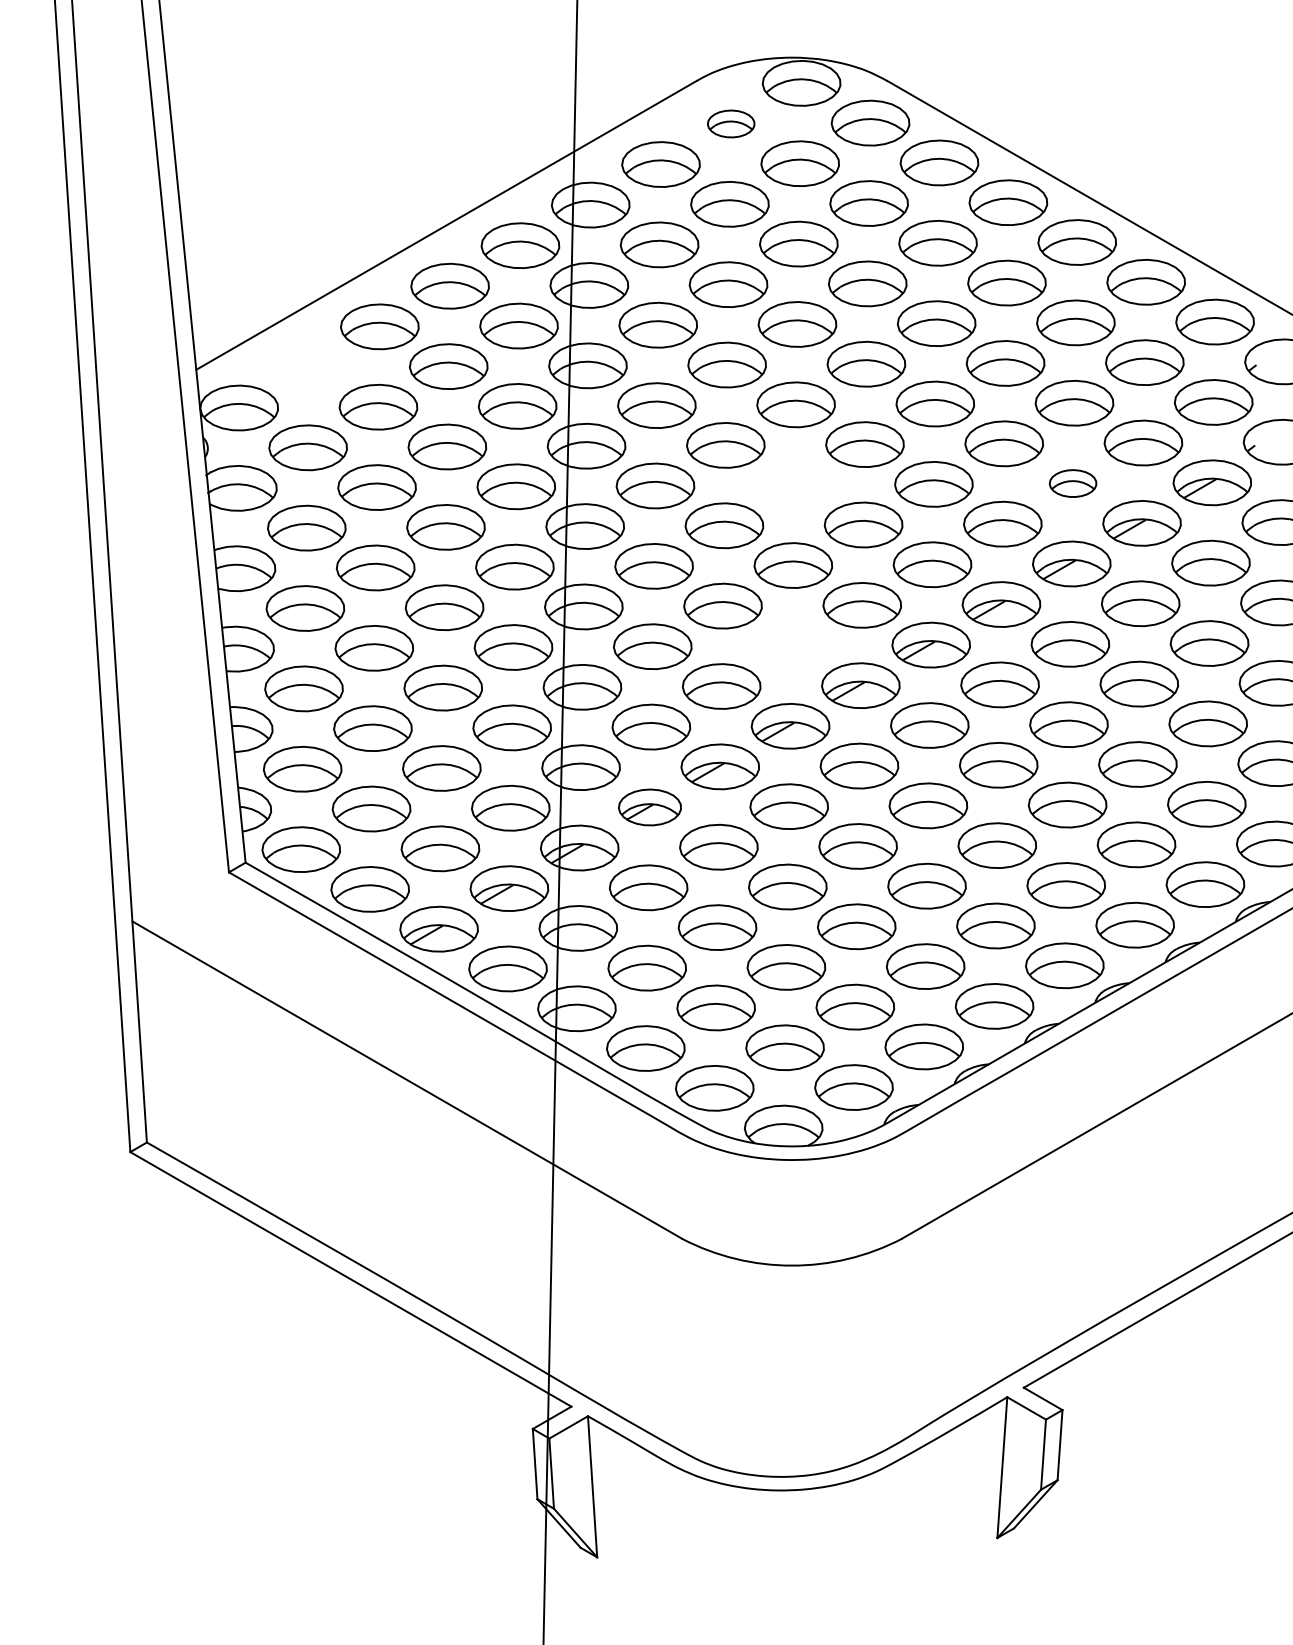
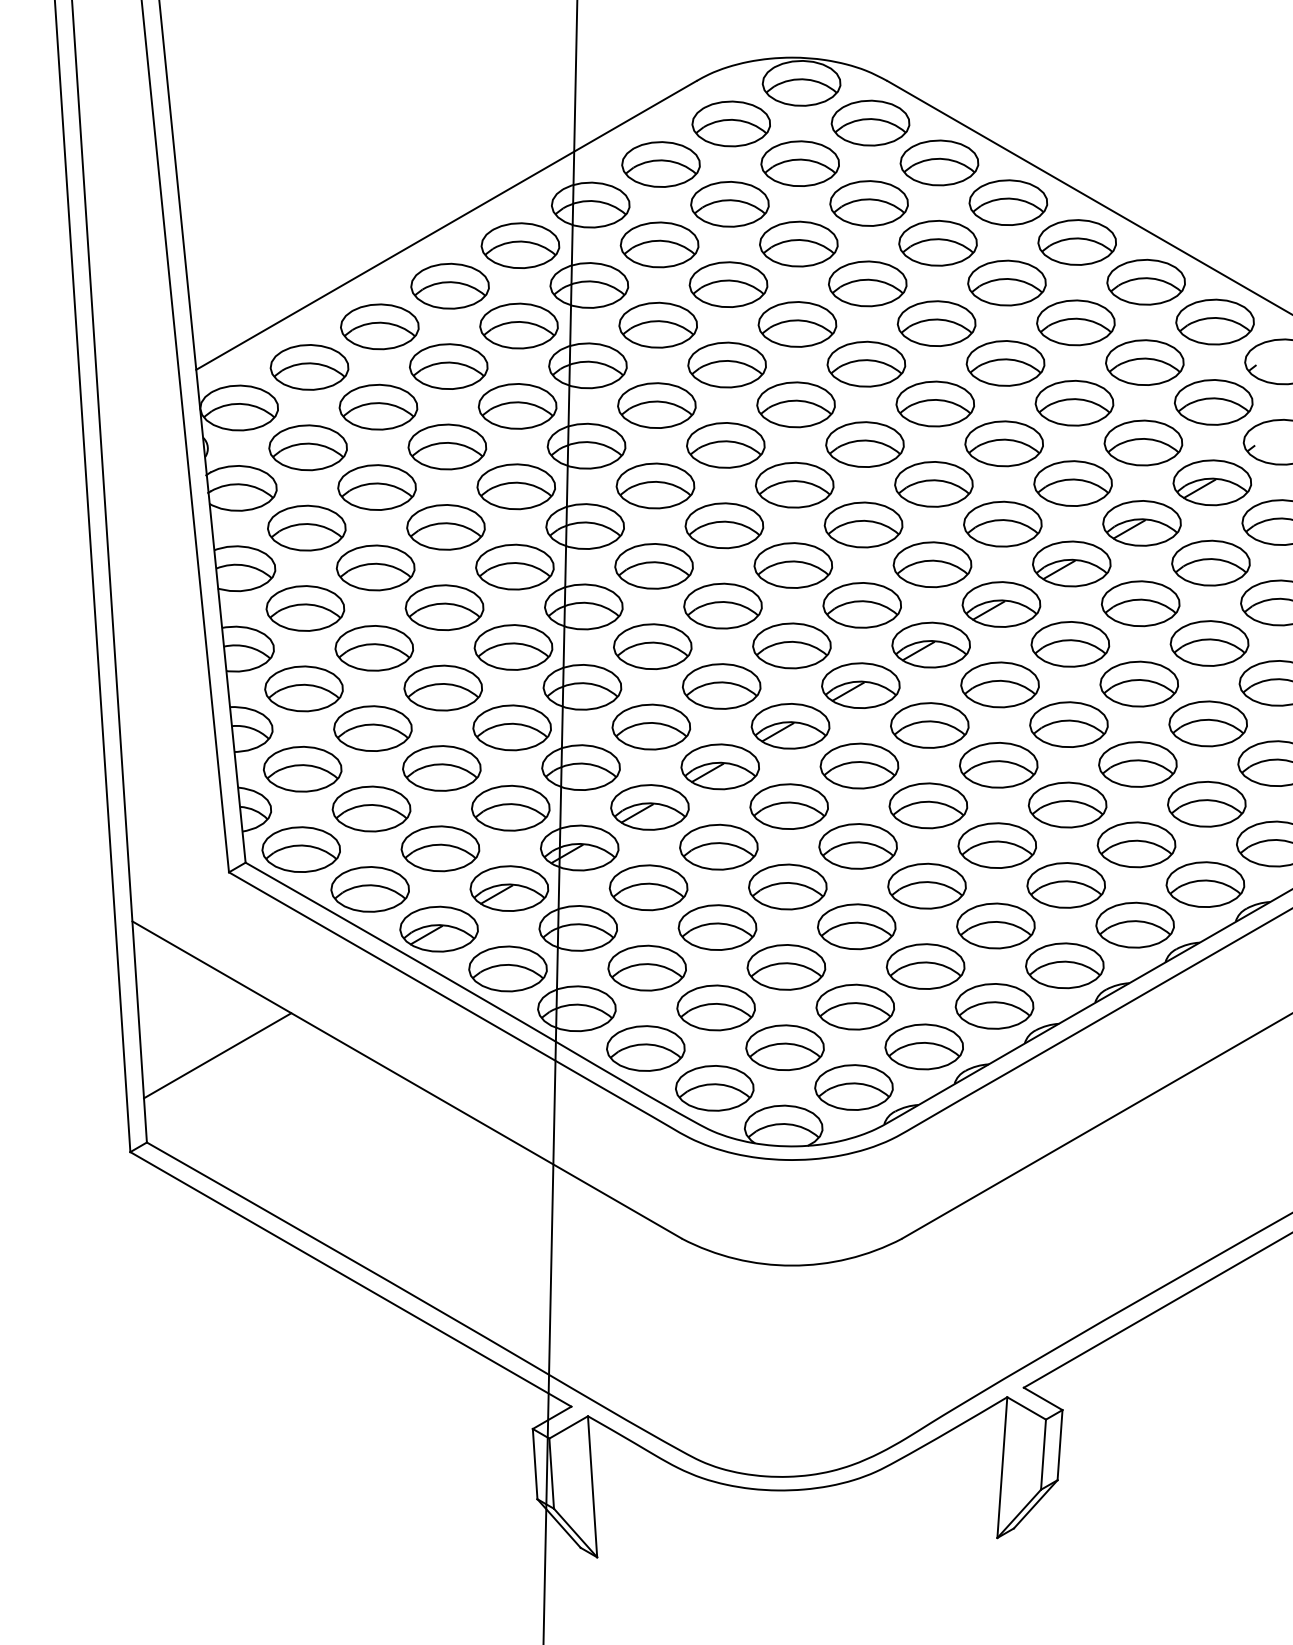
part at (731, 123) size: 49x30 px -> 80x48 px
part at (309, 367): none -> present
part at (1072, 483) size: 50x29 px -> 80x47 px
part at (794, 484): none -> present
part at (791, 645): none -> present
part at (649, 807) size: 64x39 px -> 80x47 px
line at (217, 1055): none -> present
